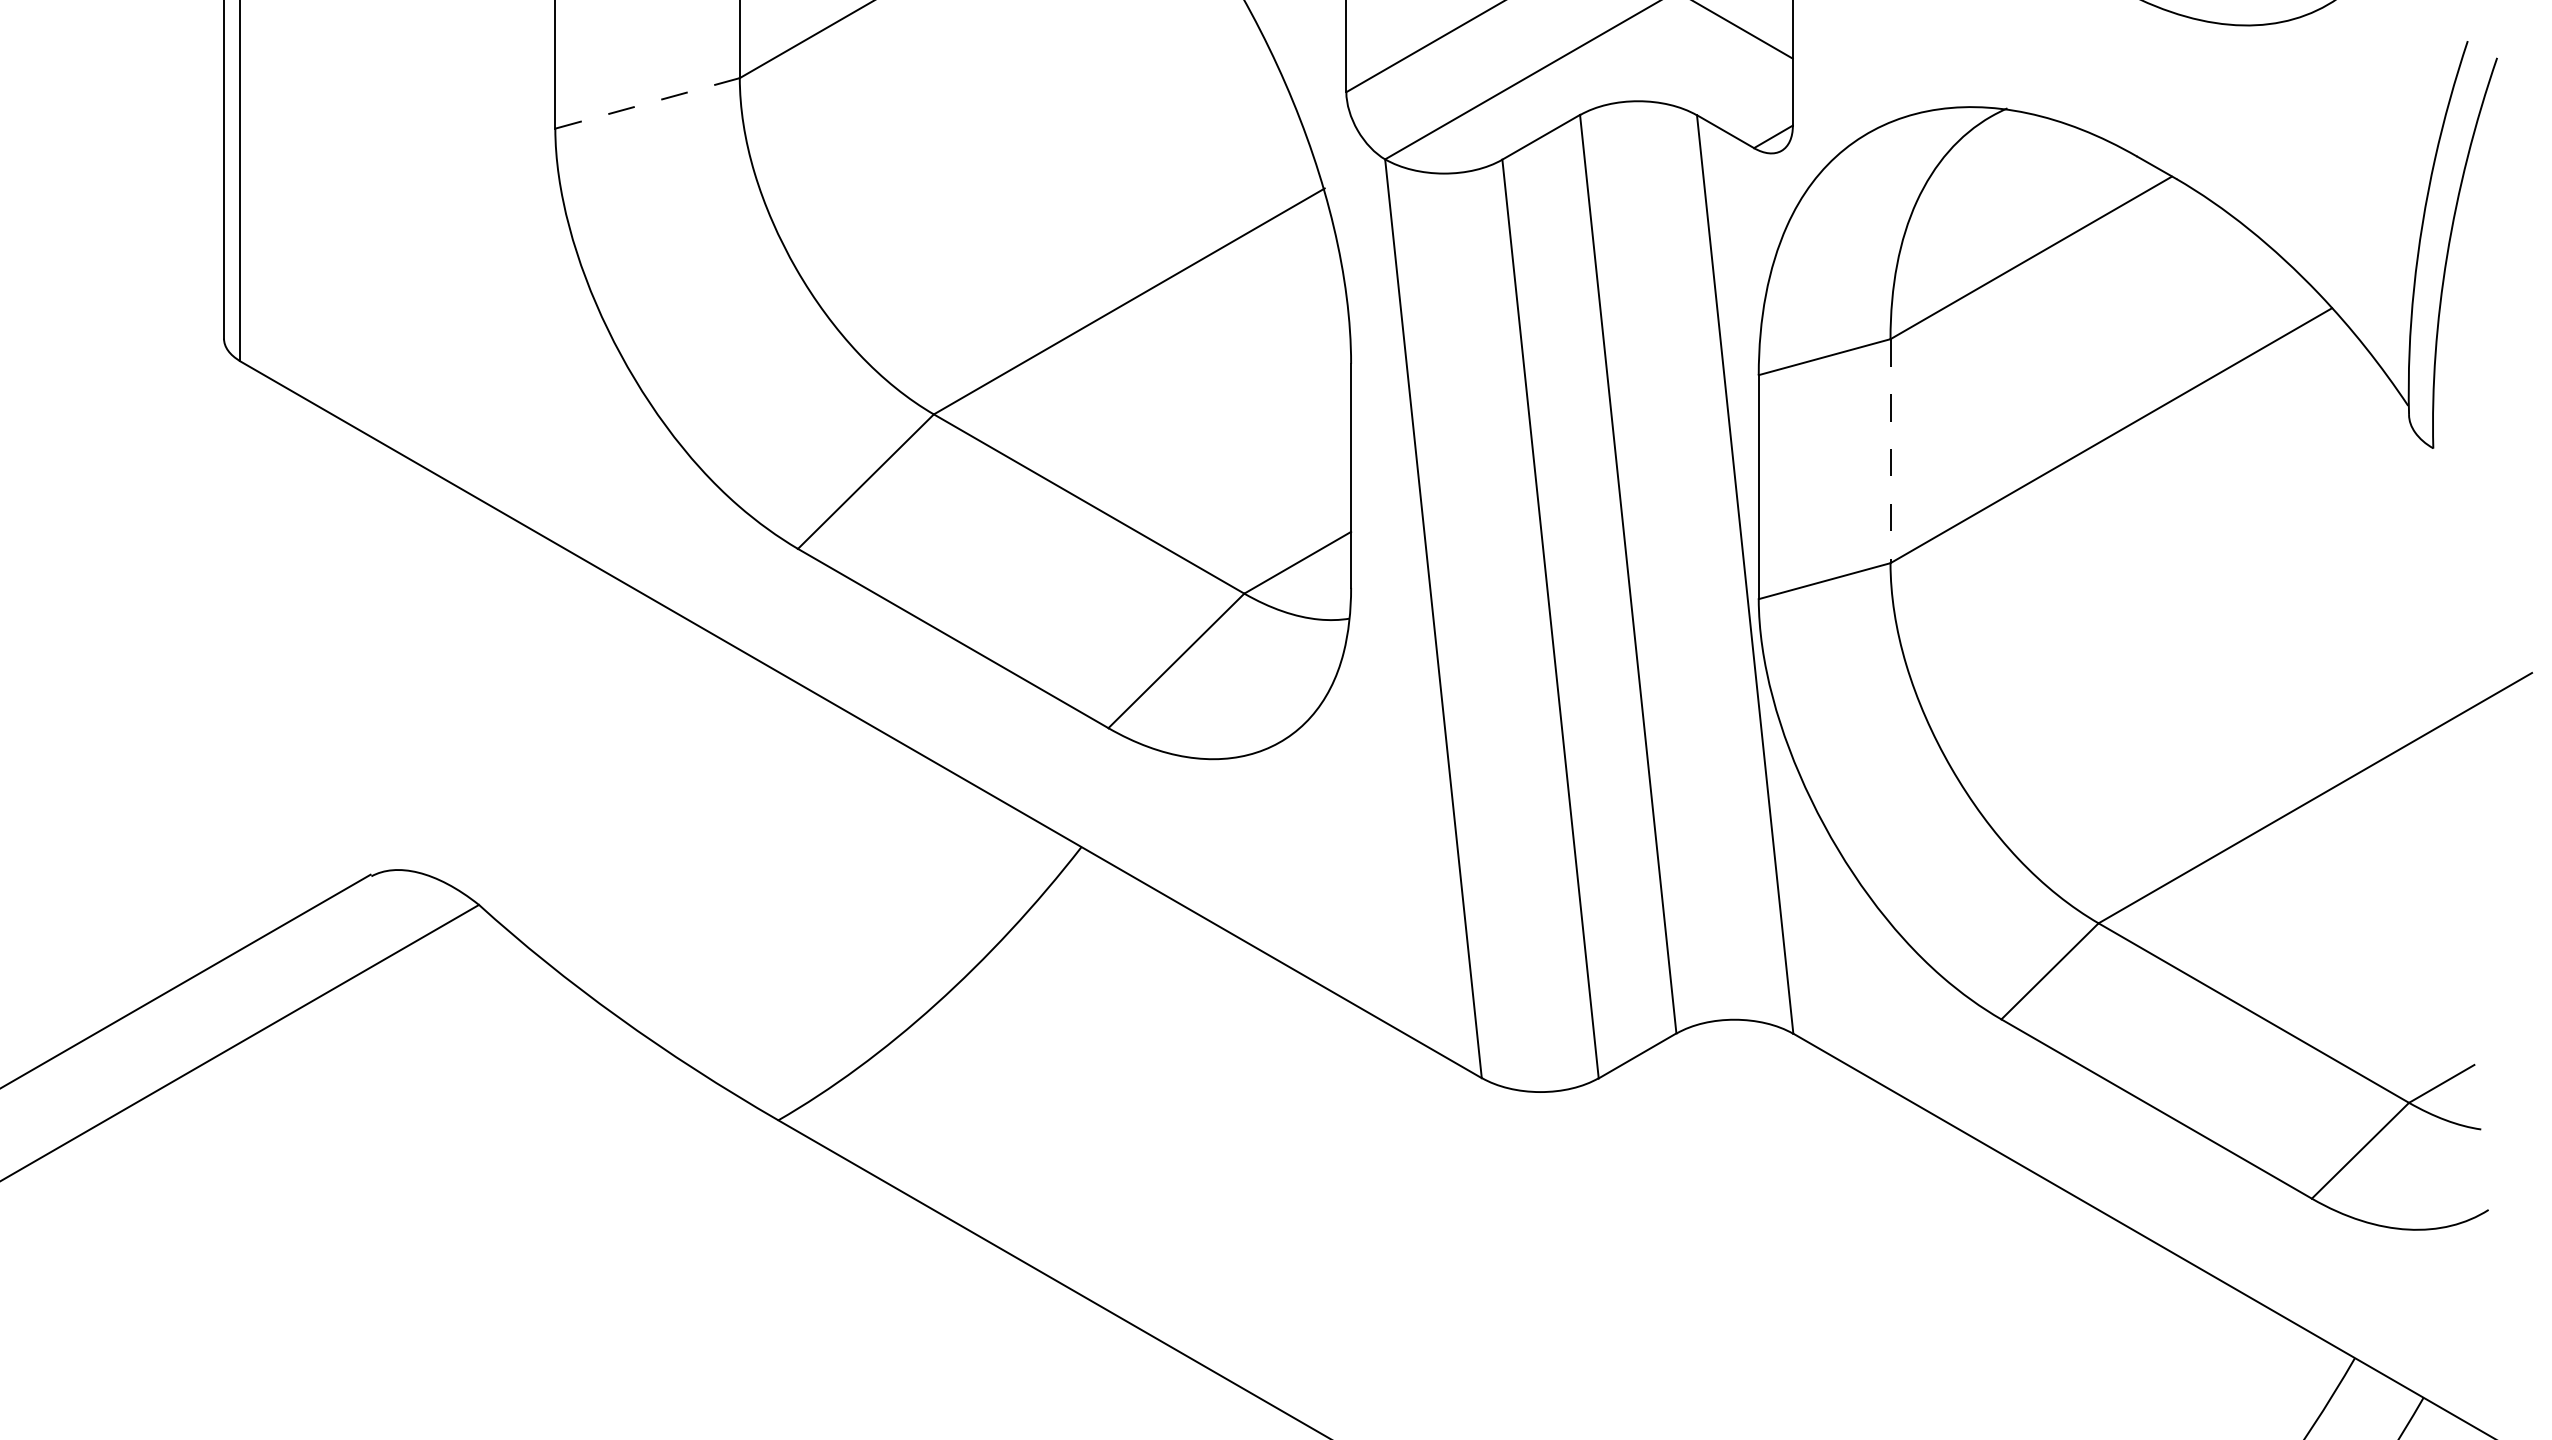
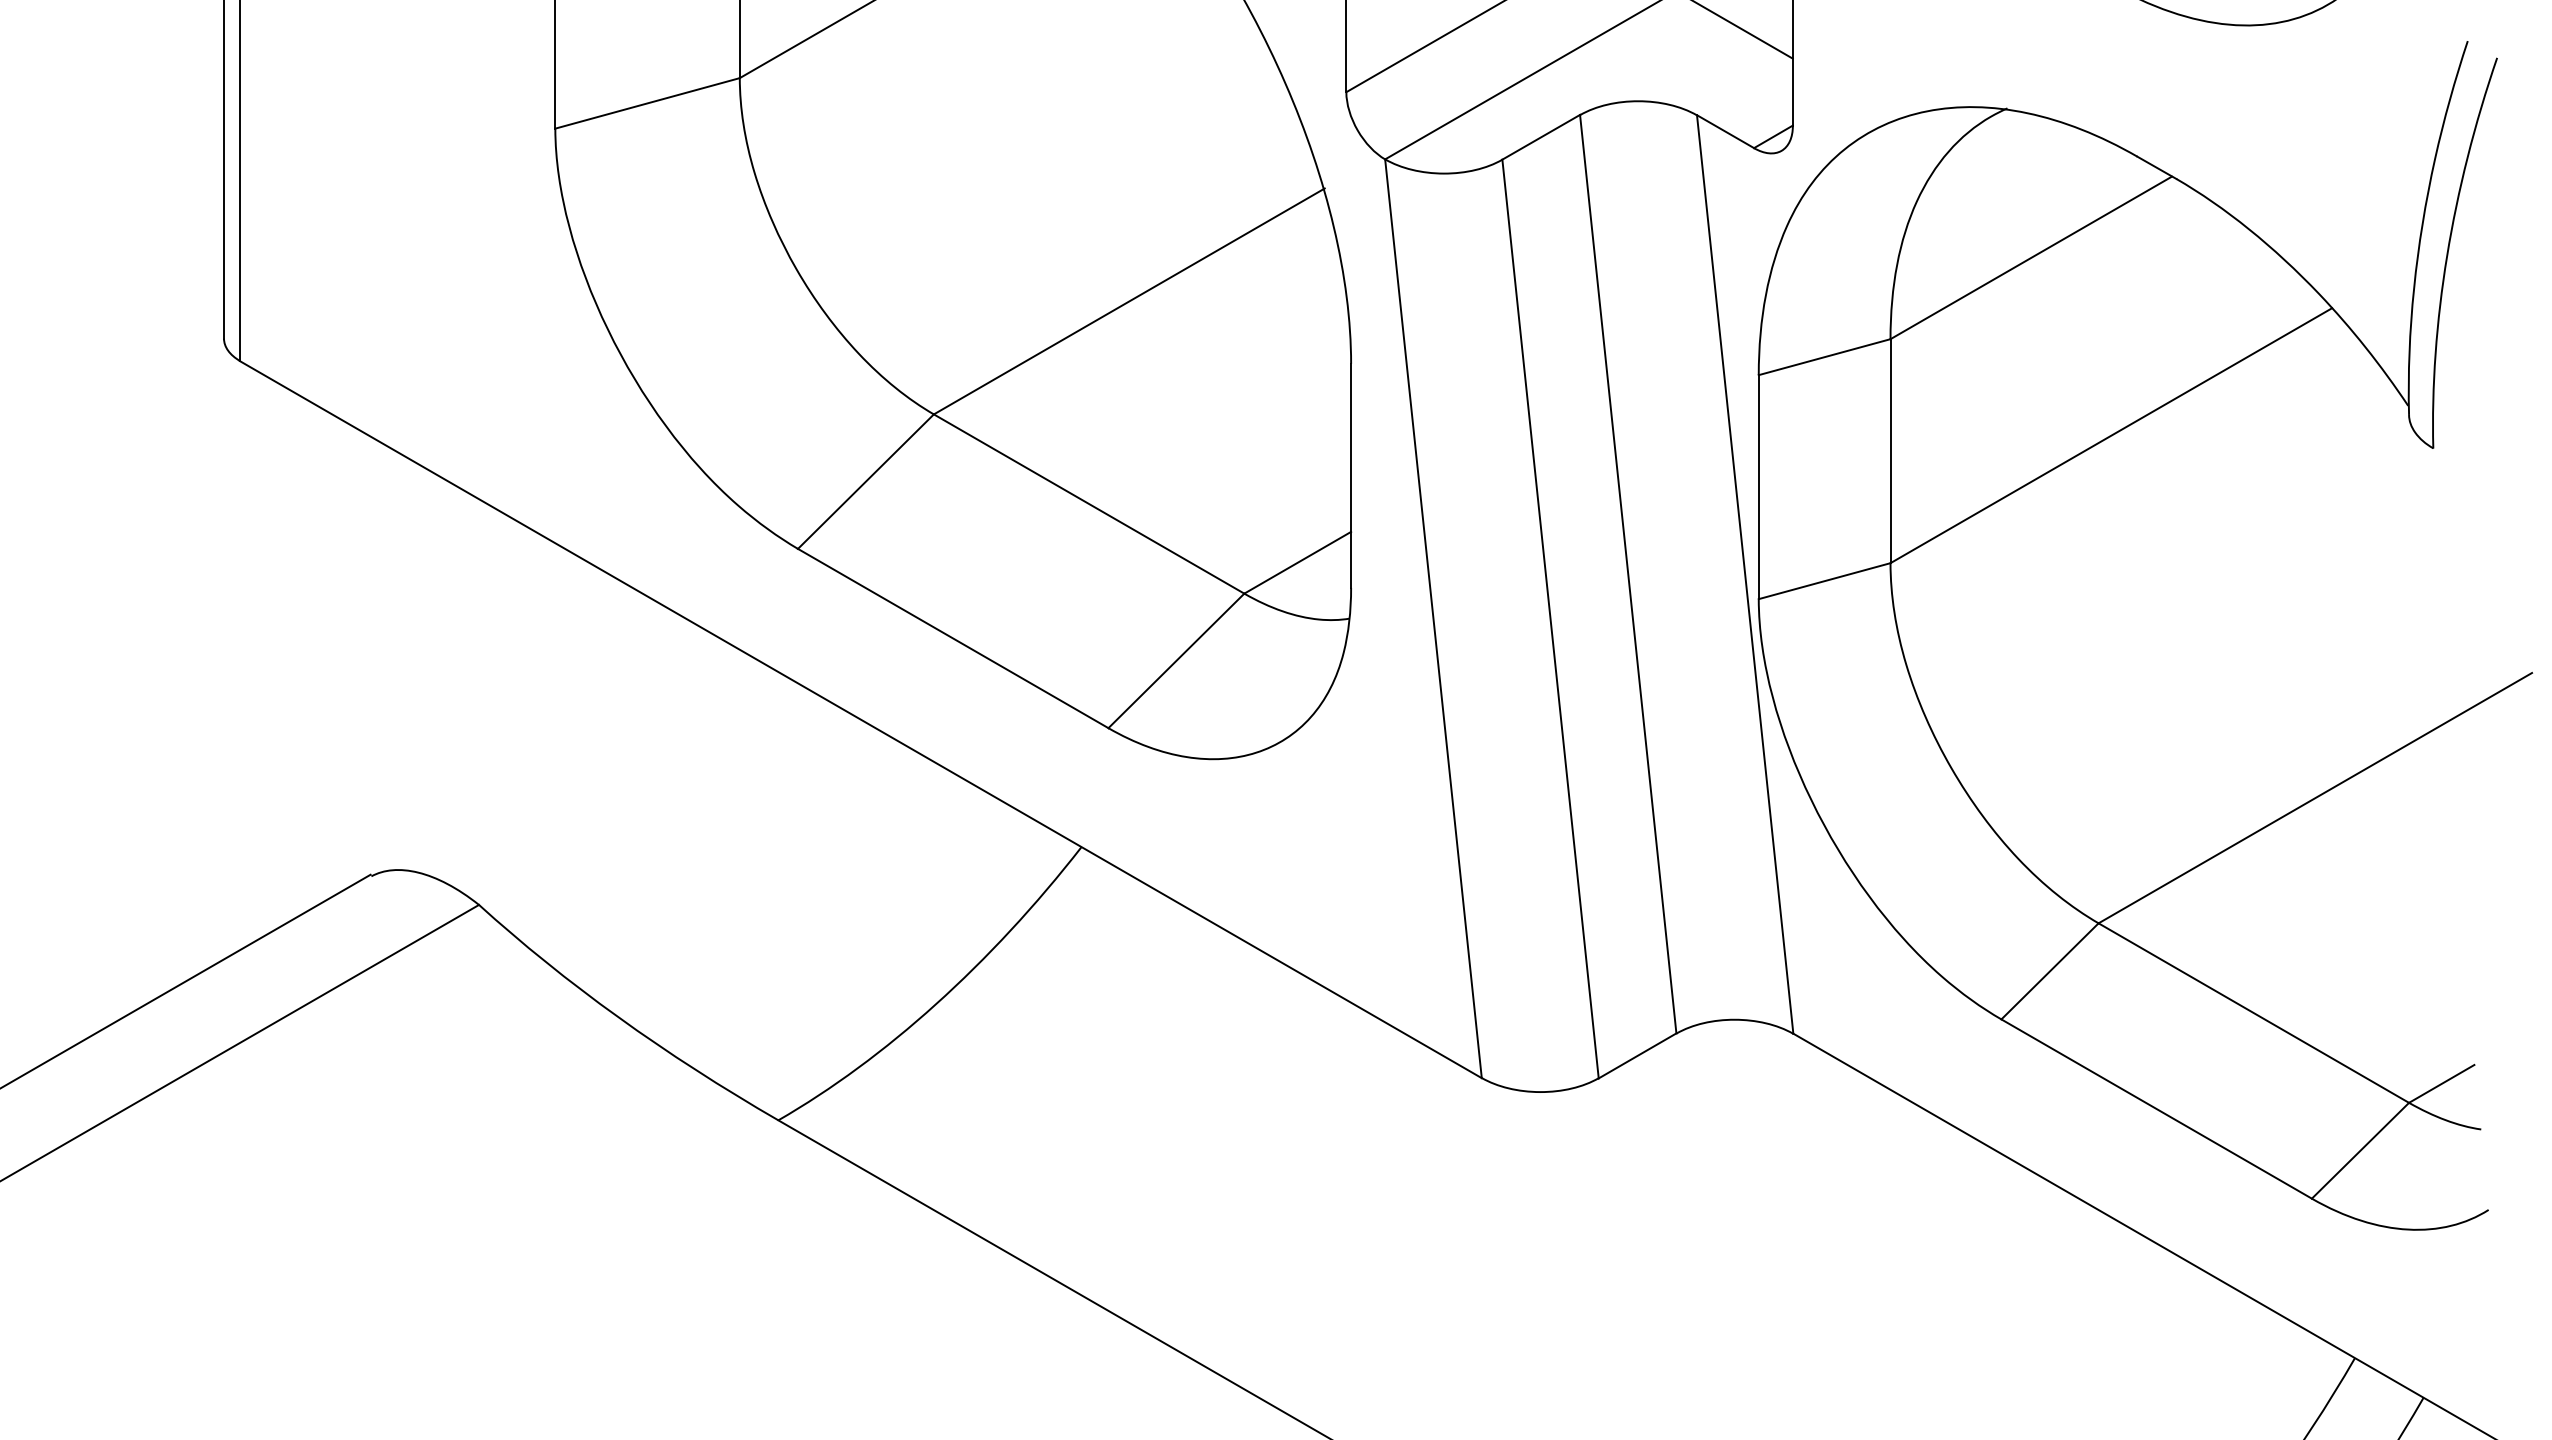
line at (647, 103): dashed -> solid
line at (1890, 451): dashed -> solid
